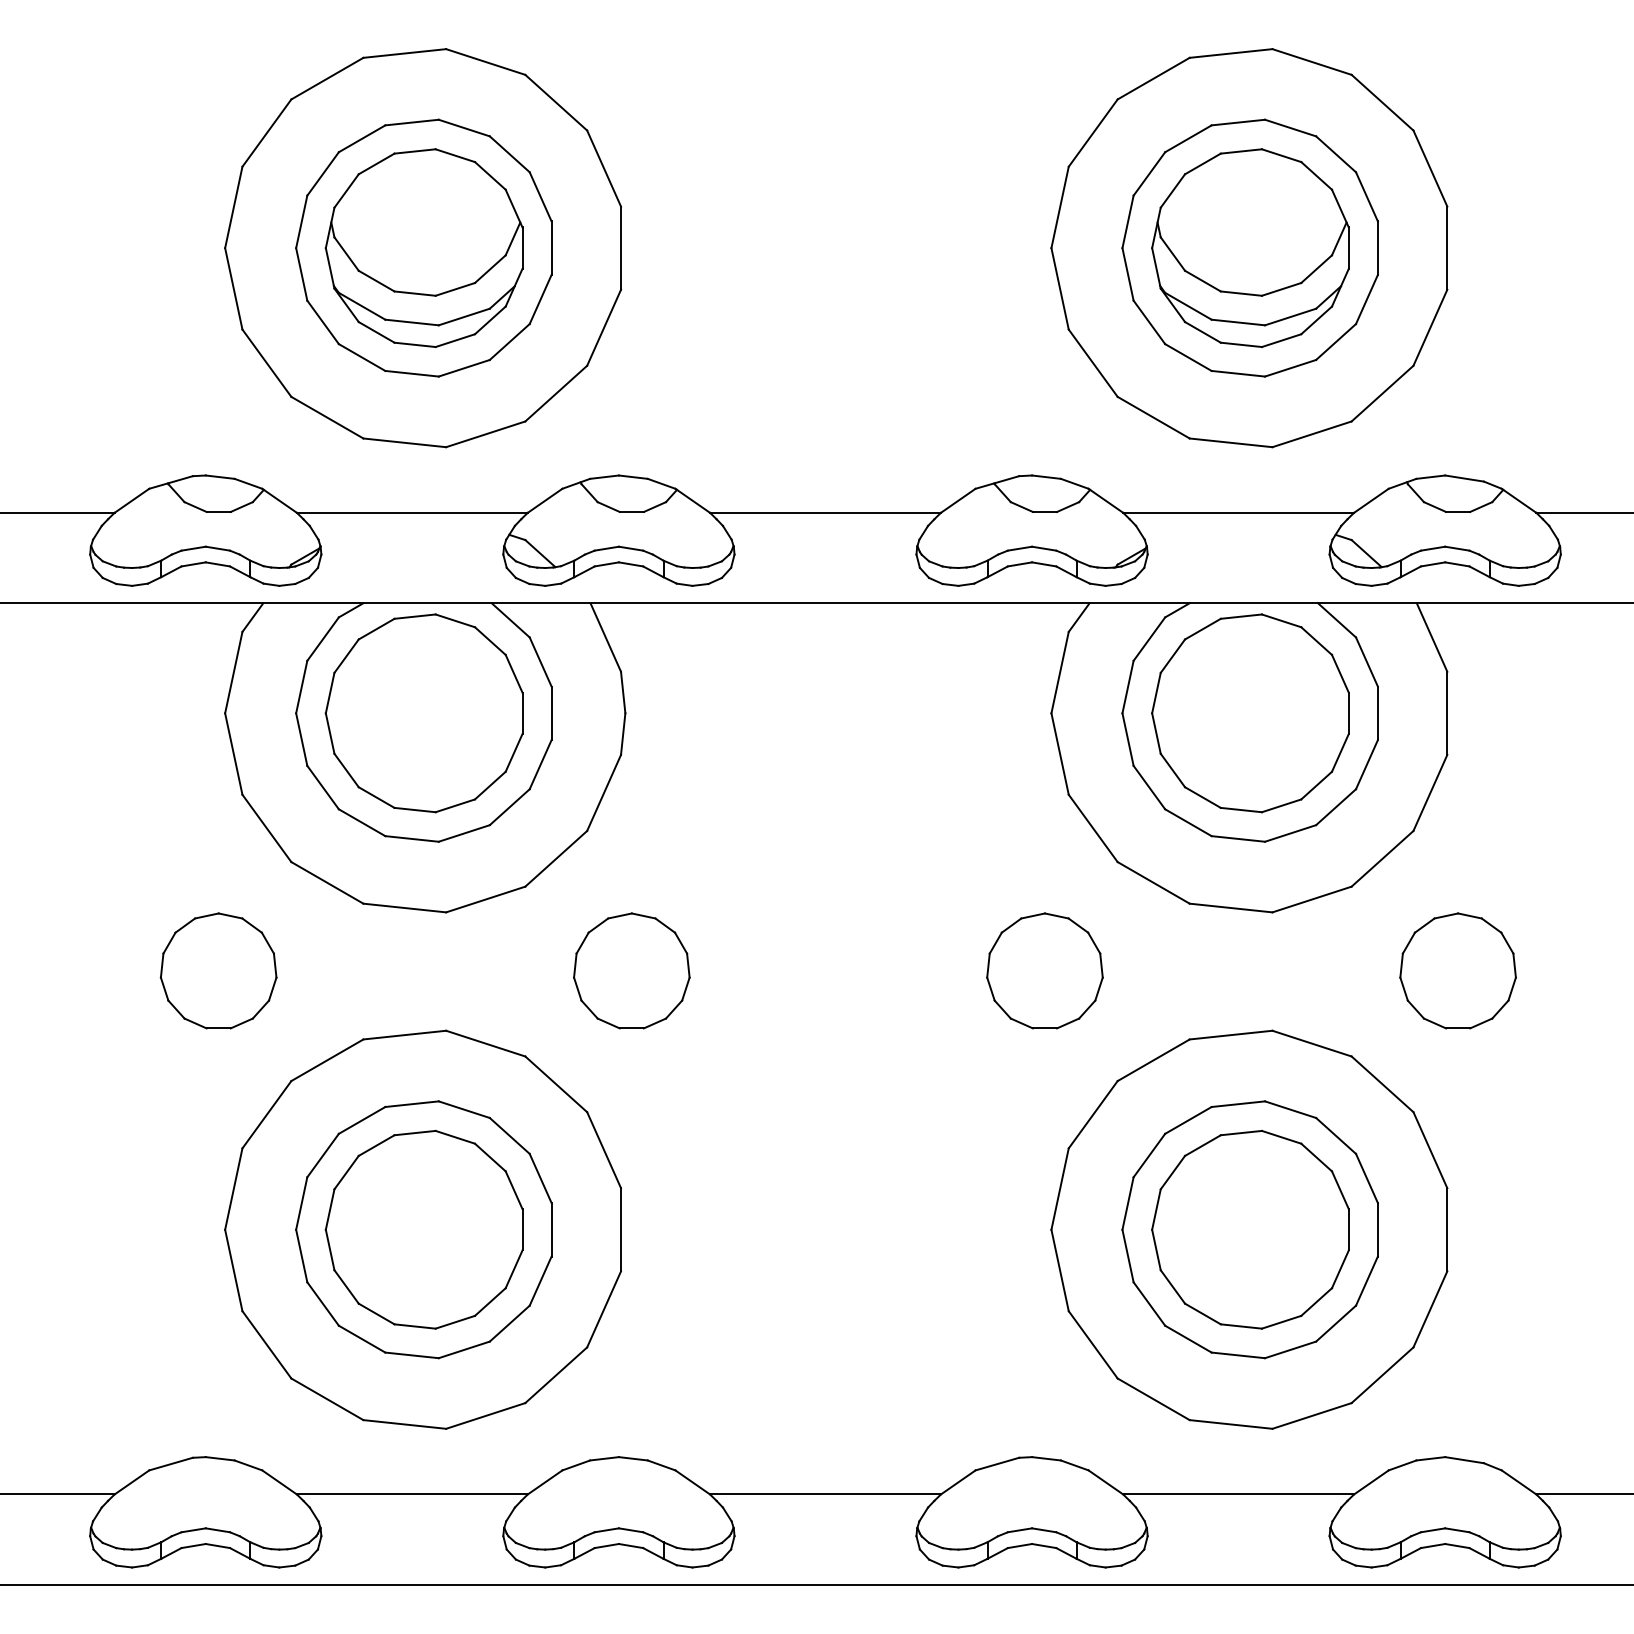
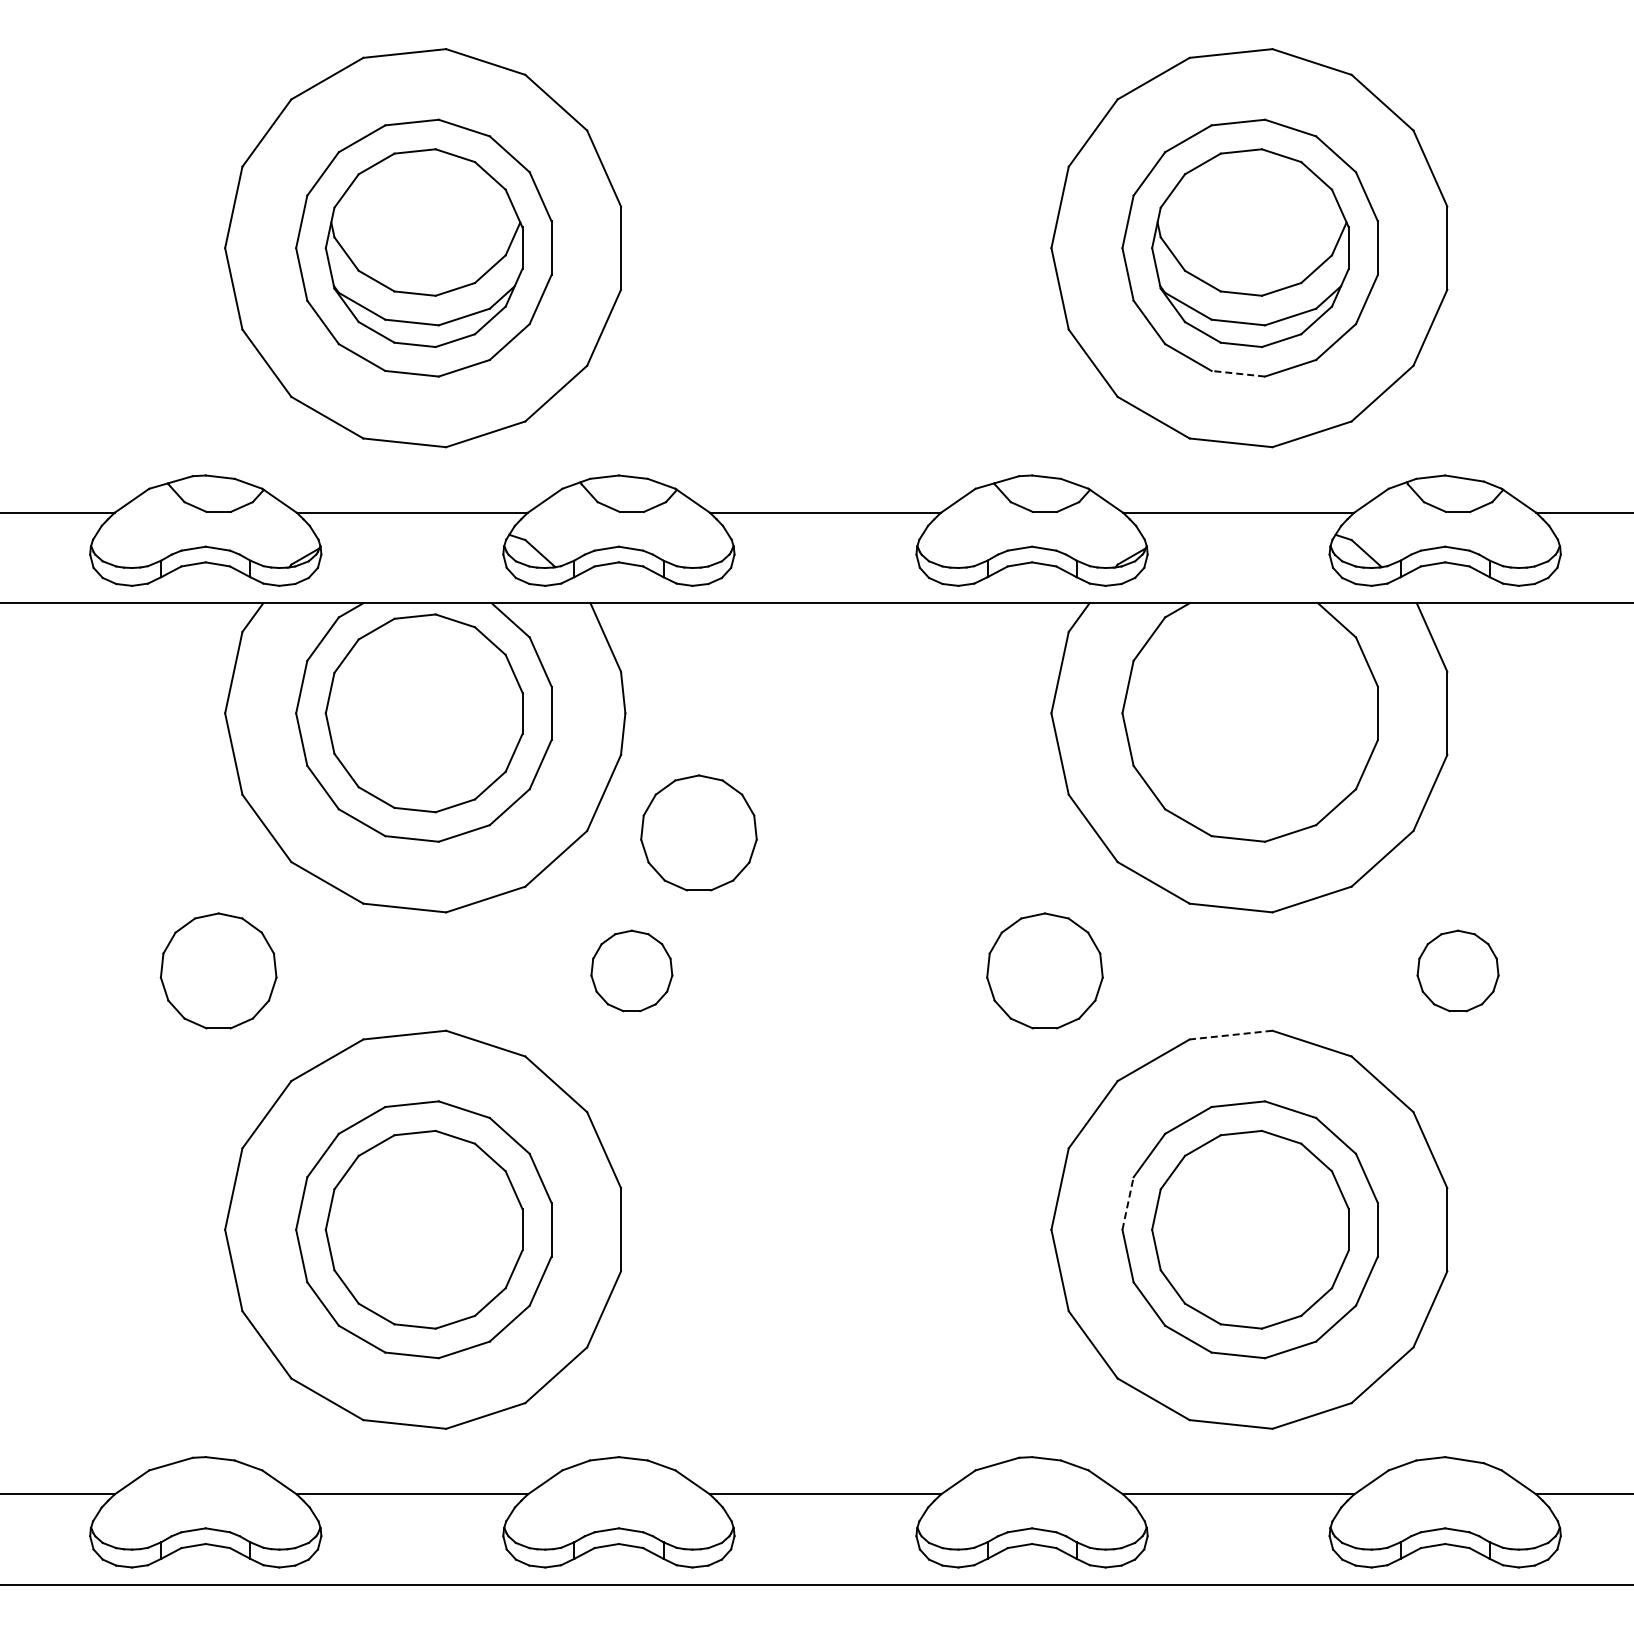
line at (1238, 373): solid -> dashed
part at (1250, 713): present -> none
part at (698, 832): none -> present
part at (631, 970) size: 118x118 px -> 84x84 px
part at (1457, 970) size: 118x118 px -> 84x84 px
line at (1231, 1035): solid -> dashed
line at (1128, 1203): solid -> dashed
